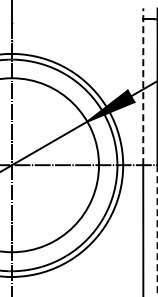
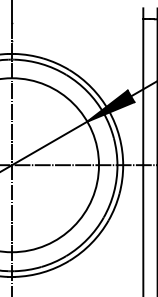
line at (143, 86): dashed -> solid
line at (157, 231): dashed -> solid
